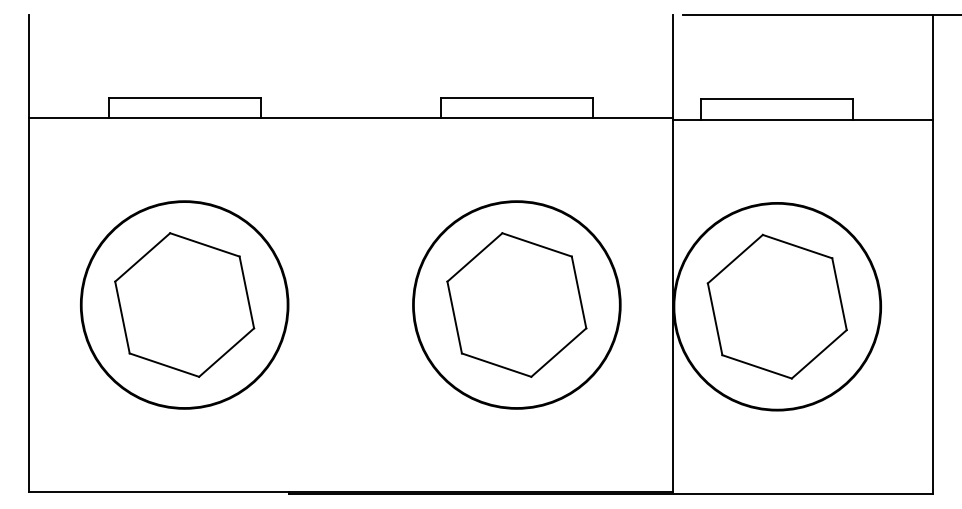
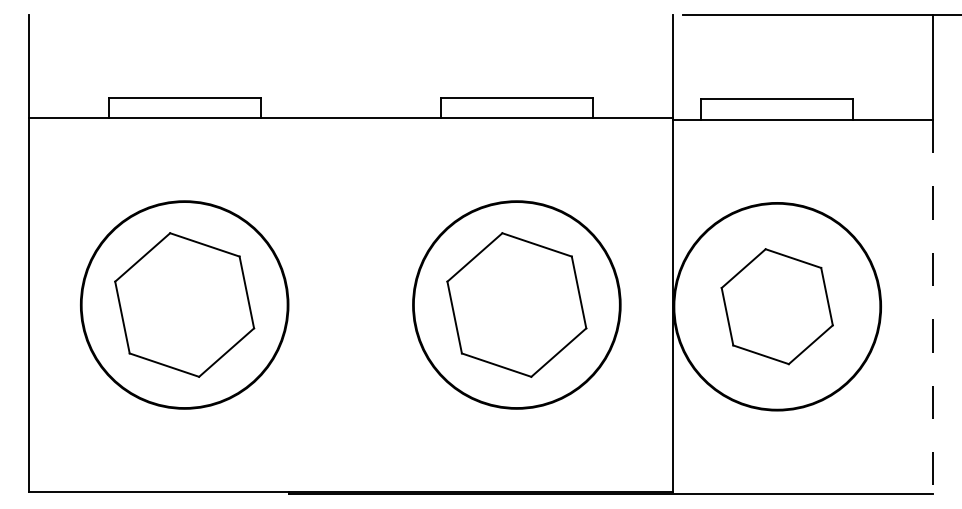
part at (776, 306) size: 142x147 px -> 114x118 px
line at (933, 306): solid -> dashed
